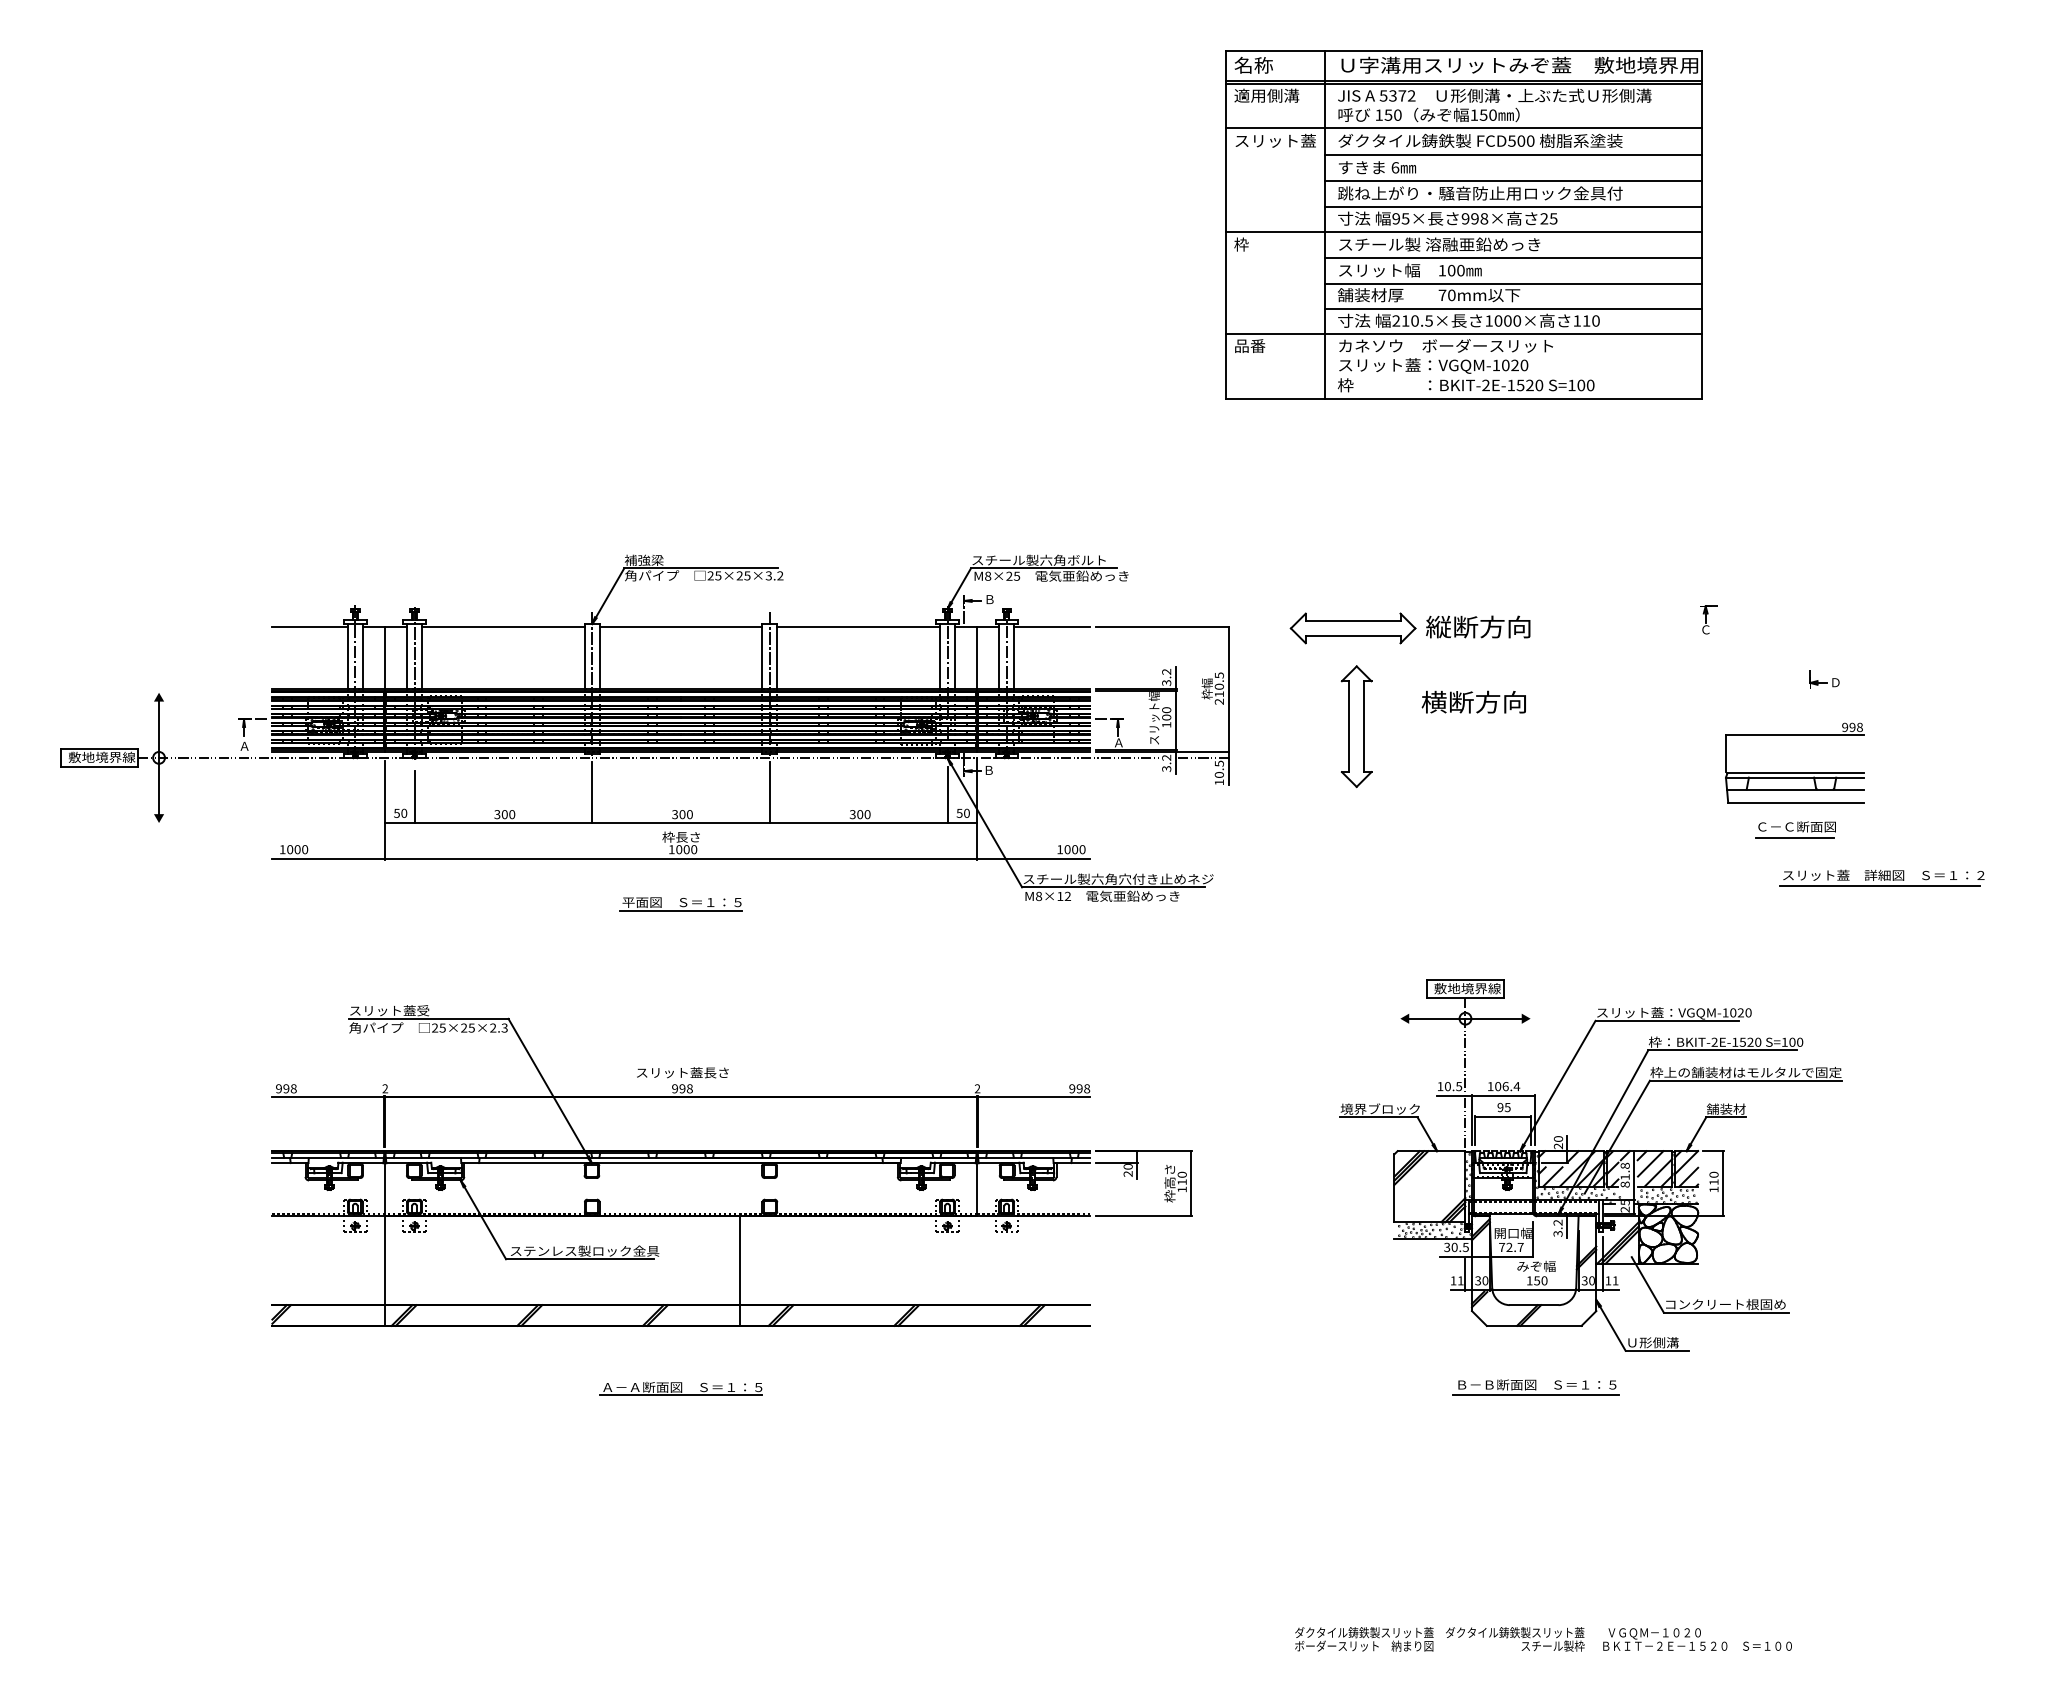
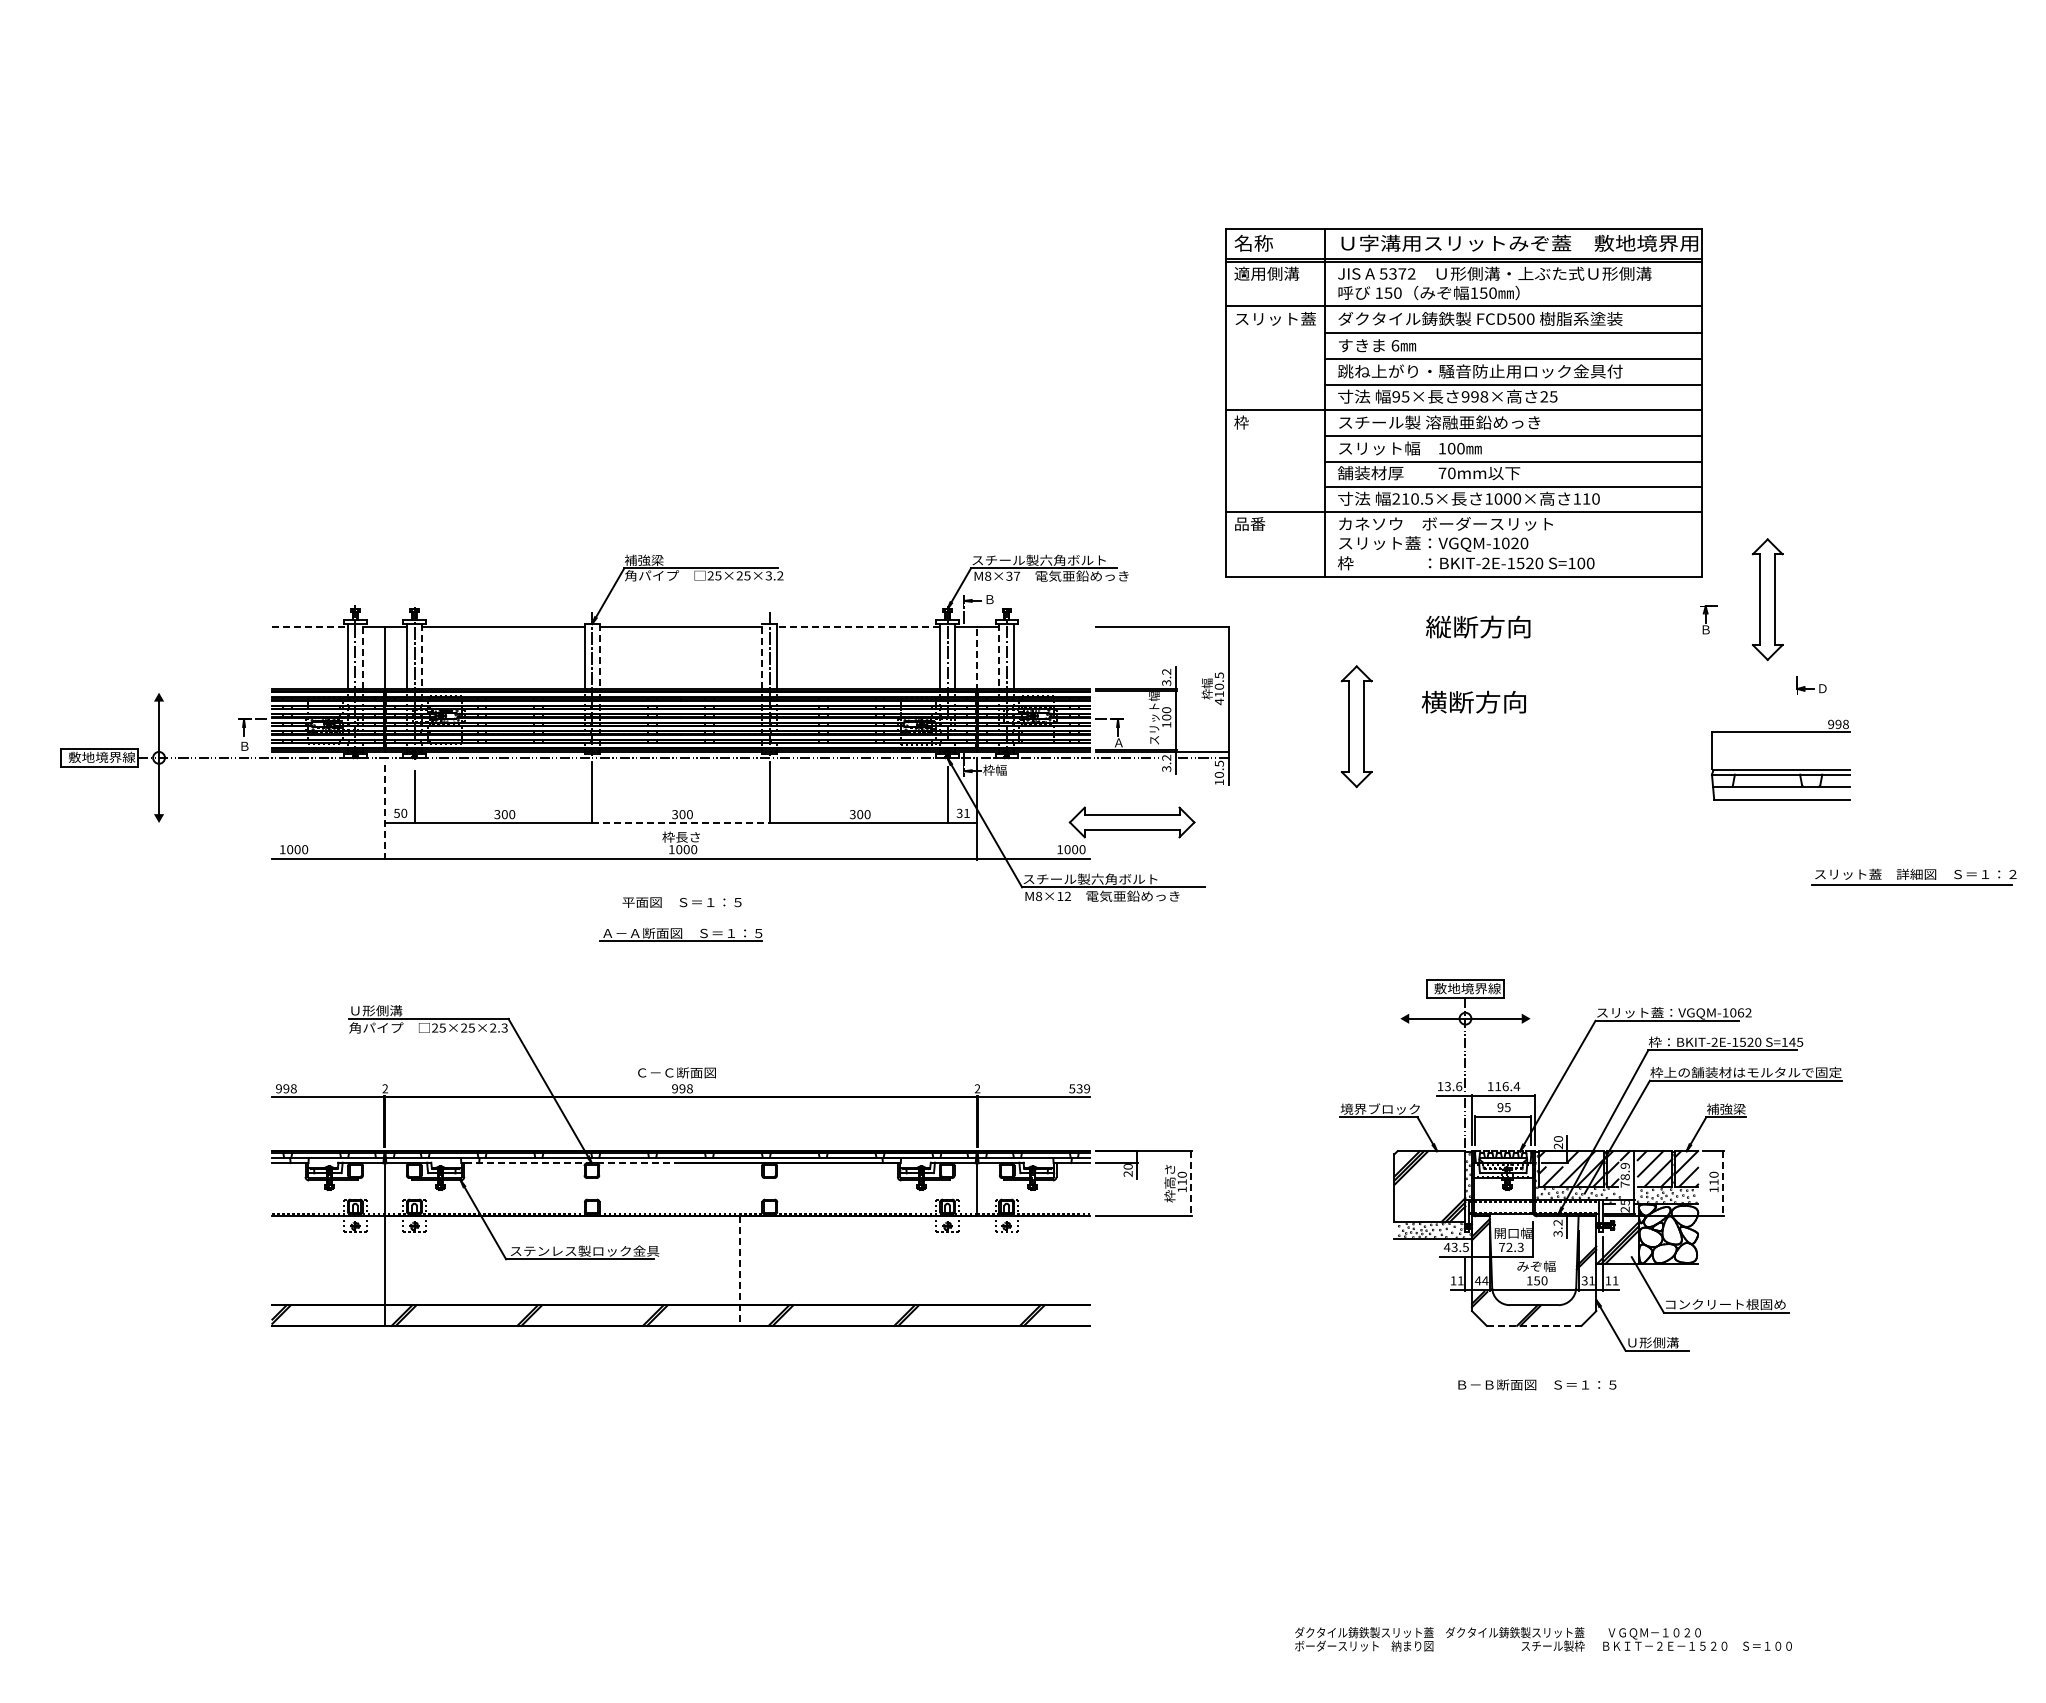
part at (1463, 224) position: (1463, 224) -> (1463, 402)
text at (1013, 575): M8×25 -> M8×37
part at (1767, 599): none -> present
line at (310, 626): solid -> dashed
line at (858, 626): solid -> dashed
line at (1051, 626): present -> none
part at (1352, 628) position: (1352, 628) -> (1131, 822)
text at (1705, 629): Ｃ -> Ｂ
line at (362, 655): solid -> dashed
line at (762, 655): solid -> dashed
line at (421, 656): solid -> dashed
line at (599, 656): solid -> dashed
line at (999, 656): solid -> dashed
line at (977, 658): solid -> dashed
part at (1824, 679) position: (1824, 679) -> (1811, 685)
text at (1218, 701): 210.5 -> 410.5
text at (244, 745): Ａ -> Ｂ
text at (994, 769): Ｂ -> 枠幅
part at (1794, 772) position: (1794, 772) -> (1780, 769)
line at (384, 810): solid -> dashed
text at (963, 812): 50 -> 31
line at (681, 822): solid -> dashed
part at (1795, 829): present -> none
part at (1881, 877) position: (1881, 877) -> (1913, 876)
text at (1166, 878): スチール製六角穴付き止めネジ -> スチール製六角ボルト
line at (680, 911): present -> none
text at (389, 1010): スリット蓋受 -> Ｕ形側溝
text at (1744, 1012): VGQM-1020 -> VGQM-1062
text at (1796, 1041): S=100 -> S=145
text at (682, 1072): スリット蓋長さ -> Ｃ－Ｃ断面図
text at (1453, 1086): 10.5 -> 13.6
text at (1498, 1086): 106.4 -> 116.4
text at (1079, 1088): 998 -> 539
text at (1725, 1108): 舗装材 -> 補強梁
line at (571, 1163): solid -> dashed
text at (1624, 1174): 81.8 -> 78.9
line at (1191, 1183): solid -> dashed
line at (1723, 1183): solid -> dashed
text at (1450, 1247): 30.5 -> 43.5
text at (1520, 1247): 72.7 -> 72.3
line at (740, 1271): solid -> dashed
text at (1481, 1280): 30 -> 44
text at (1591, 1280): 30 -> 31
line at (1533, 1325): solid -> dashed
part at (680, 1388) position: (680, 1388) -> (680, 934)
line at (1535, 1395): present -> none
